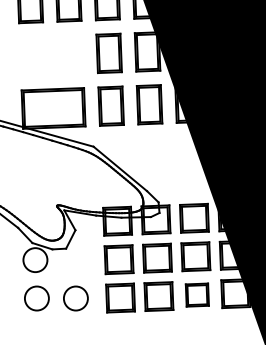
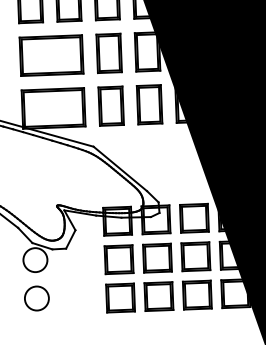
part at (51, 55): none -> present
part at (196, 294) size: 26x26 px -> 31x32 px
circle at (75, 298): present -> none
